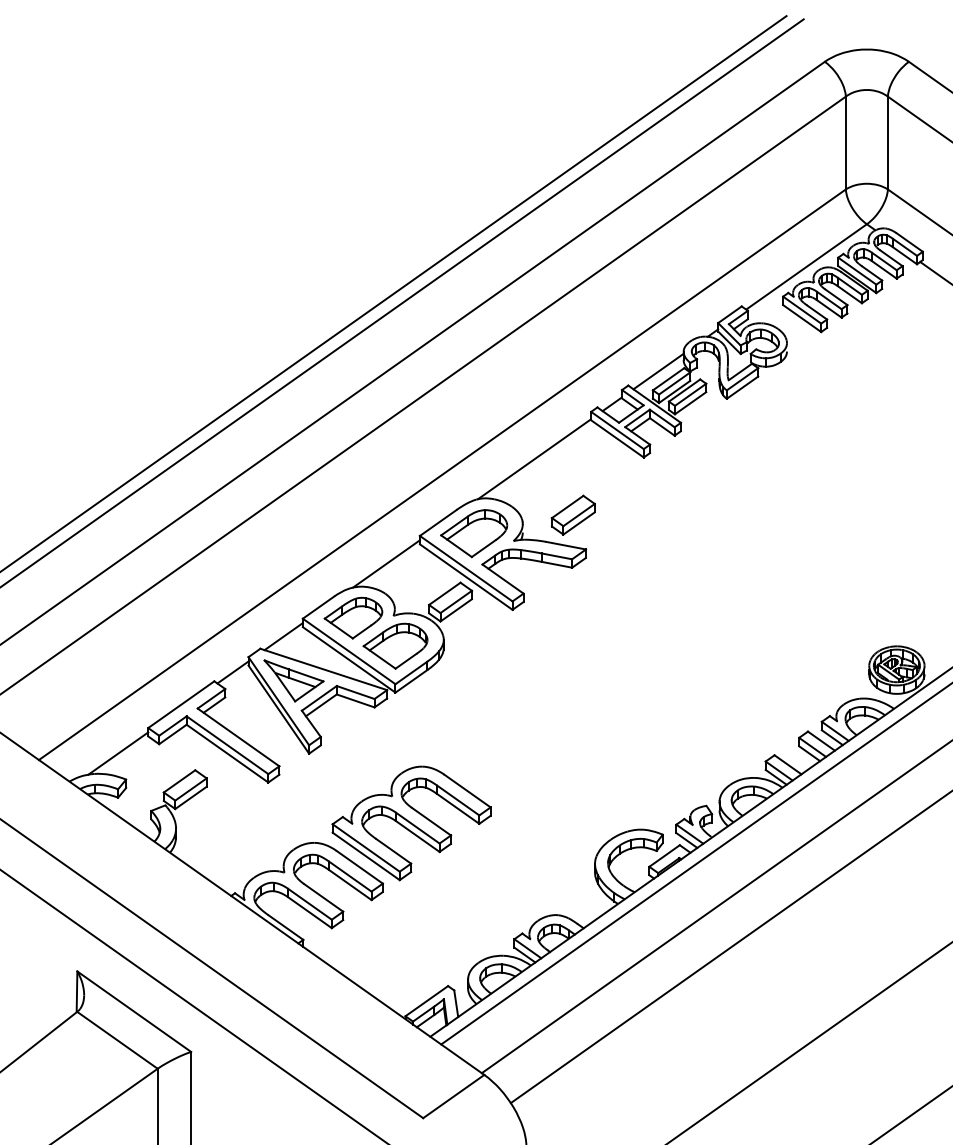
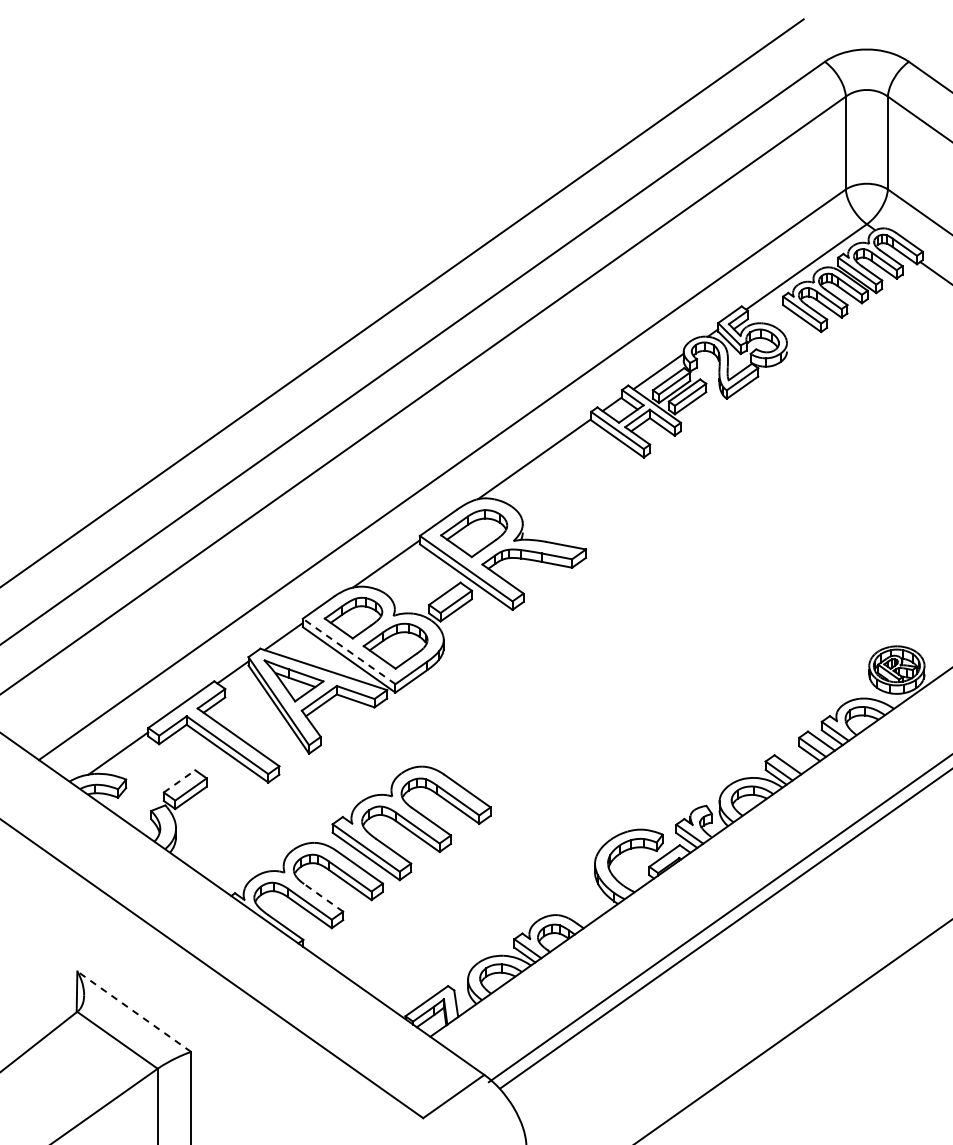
line at (394, 293): present -> none
part at (572, 514): present -> none
line at (349, 651): solid -> dashed
line at (179, 781): solid -> dashed
line at (695, 864): present -> none
line at (323, 897): solid -> dashed
line at (715, 907) position: (715, 907) -> (718, 919)
line at (729, 948) position: (729, 948) -> (724, 929)
line at (193, 1006): present -> none
line at (134, 1011): solid -> dashed
line at (809, 1042) position: (809, 1042) -> (793, 1031)
line at (911, 1114): present -> none
